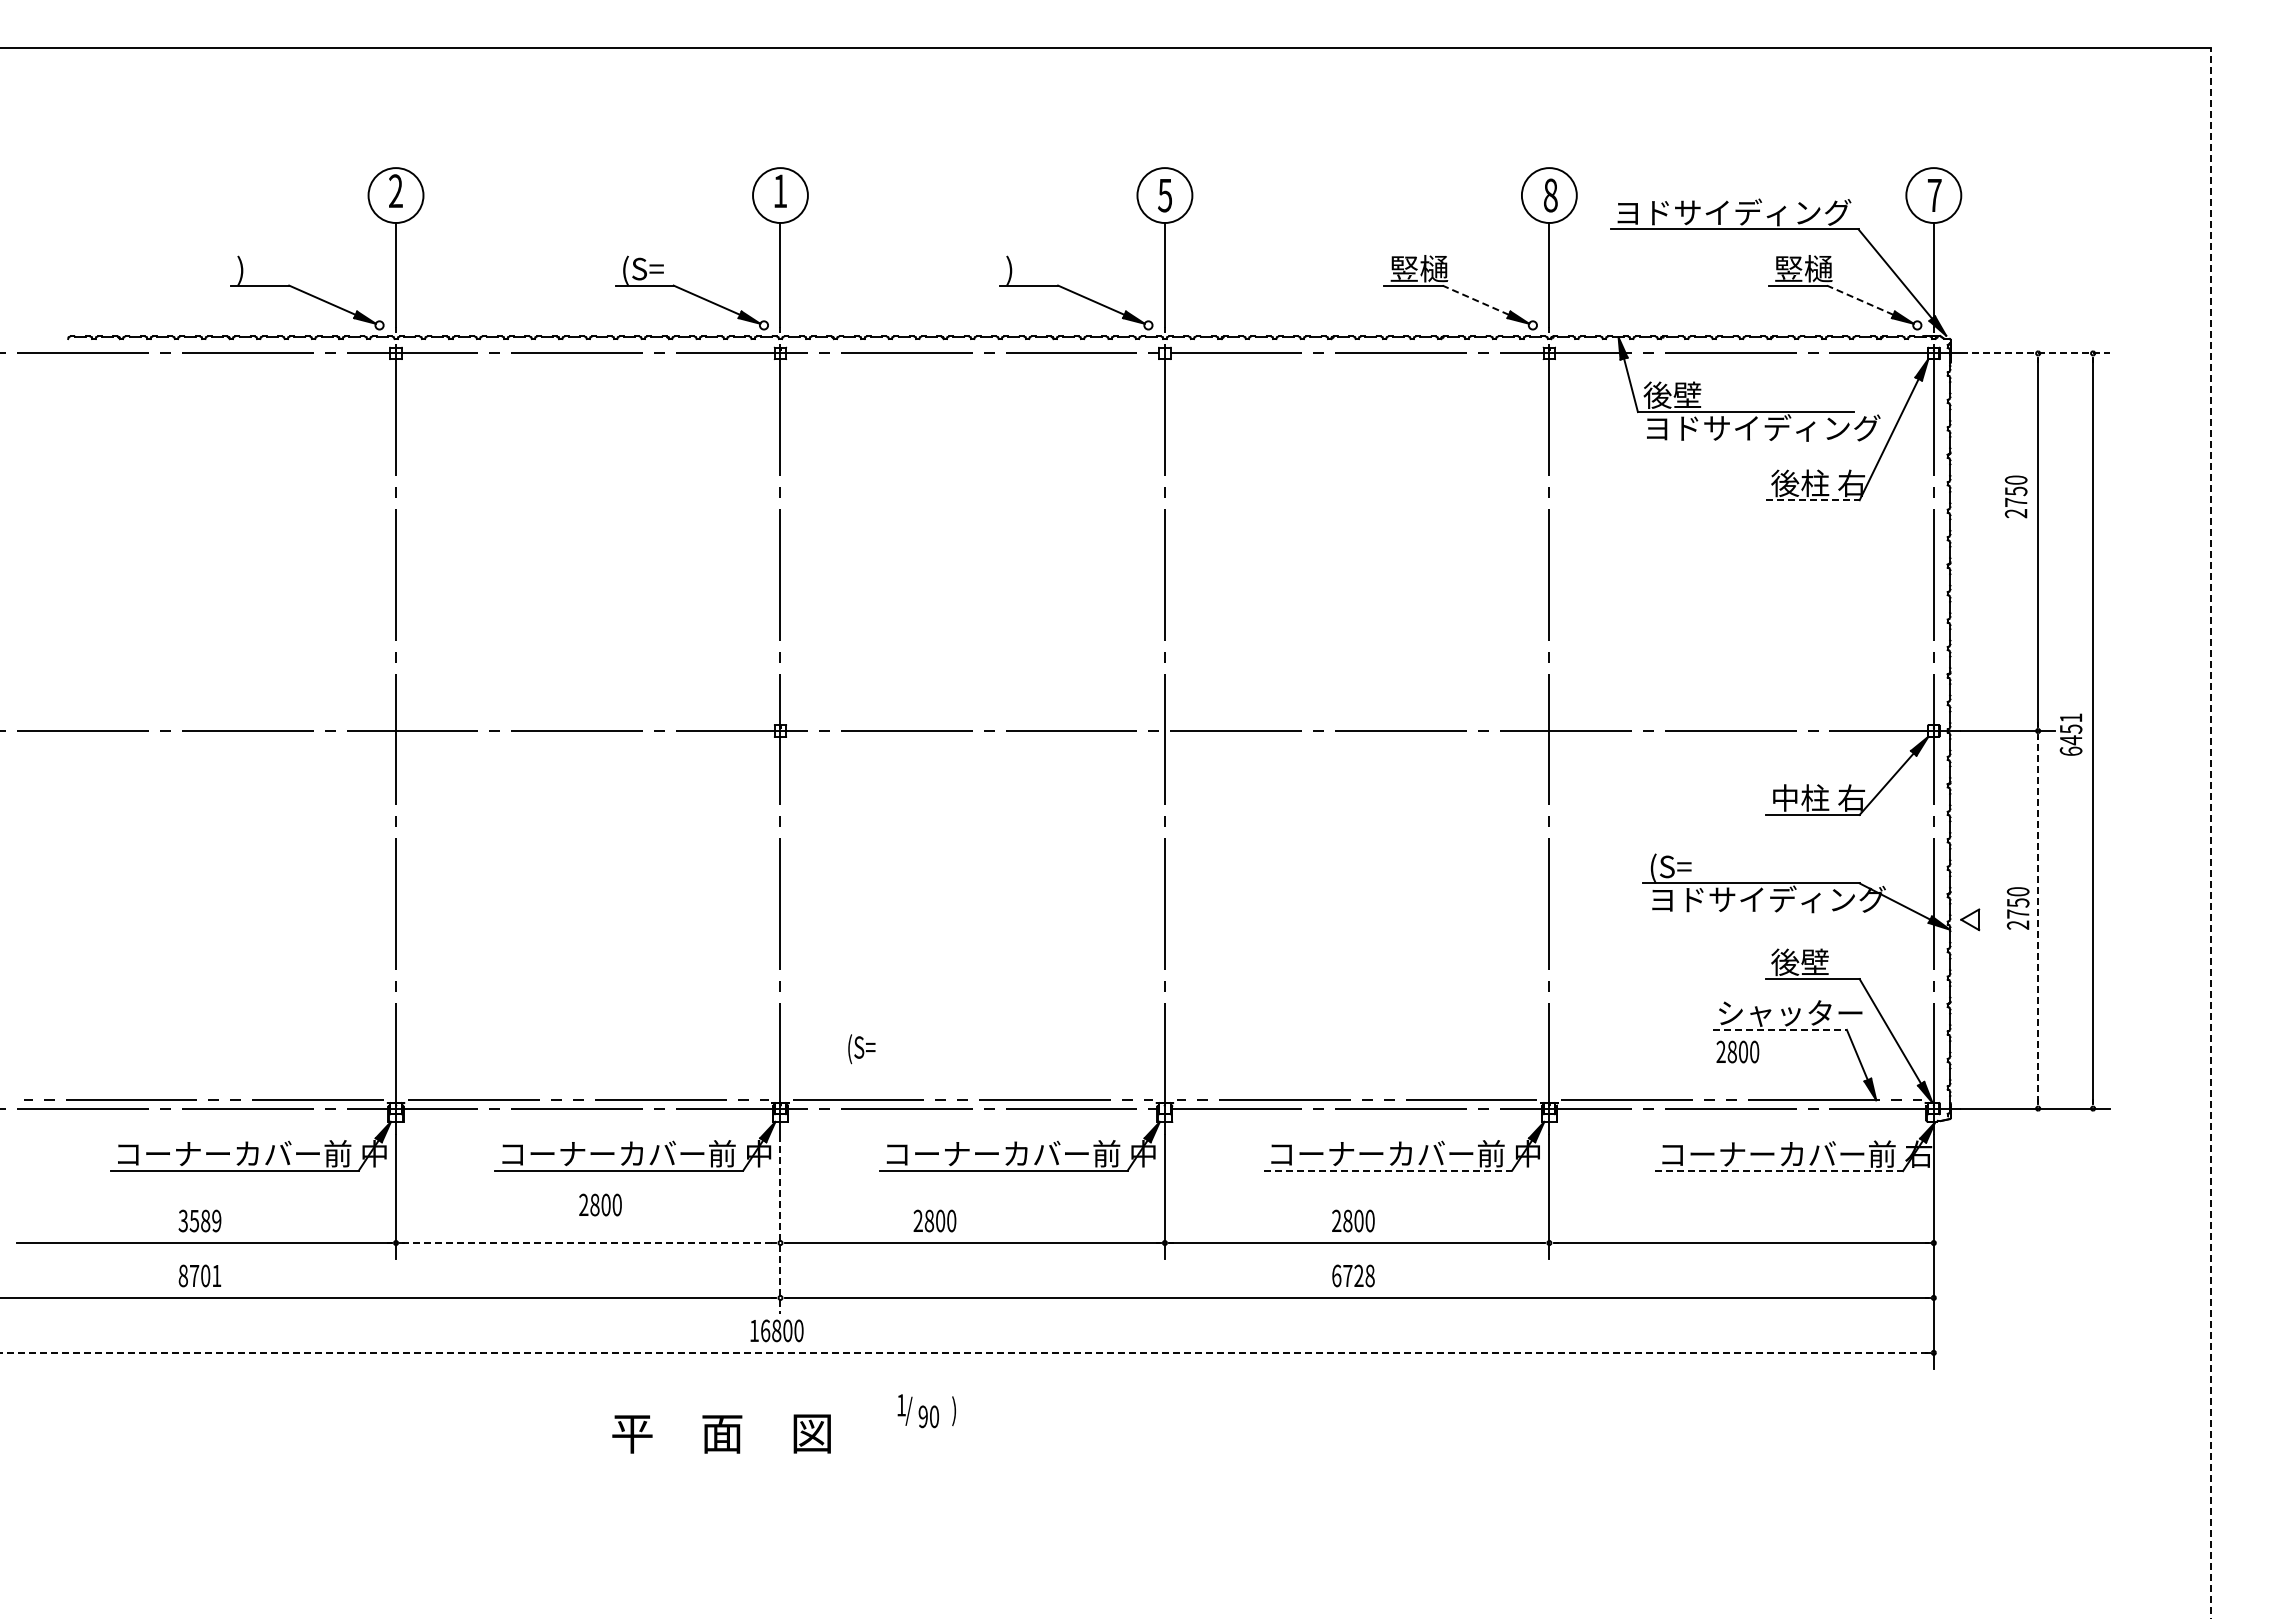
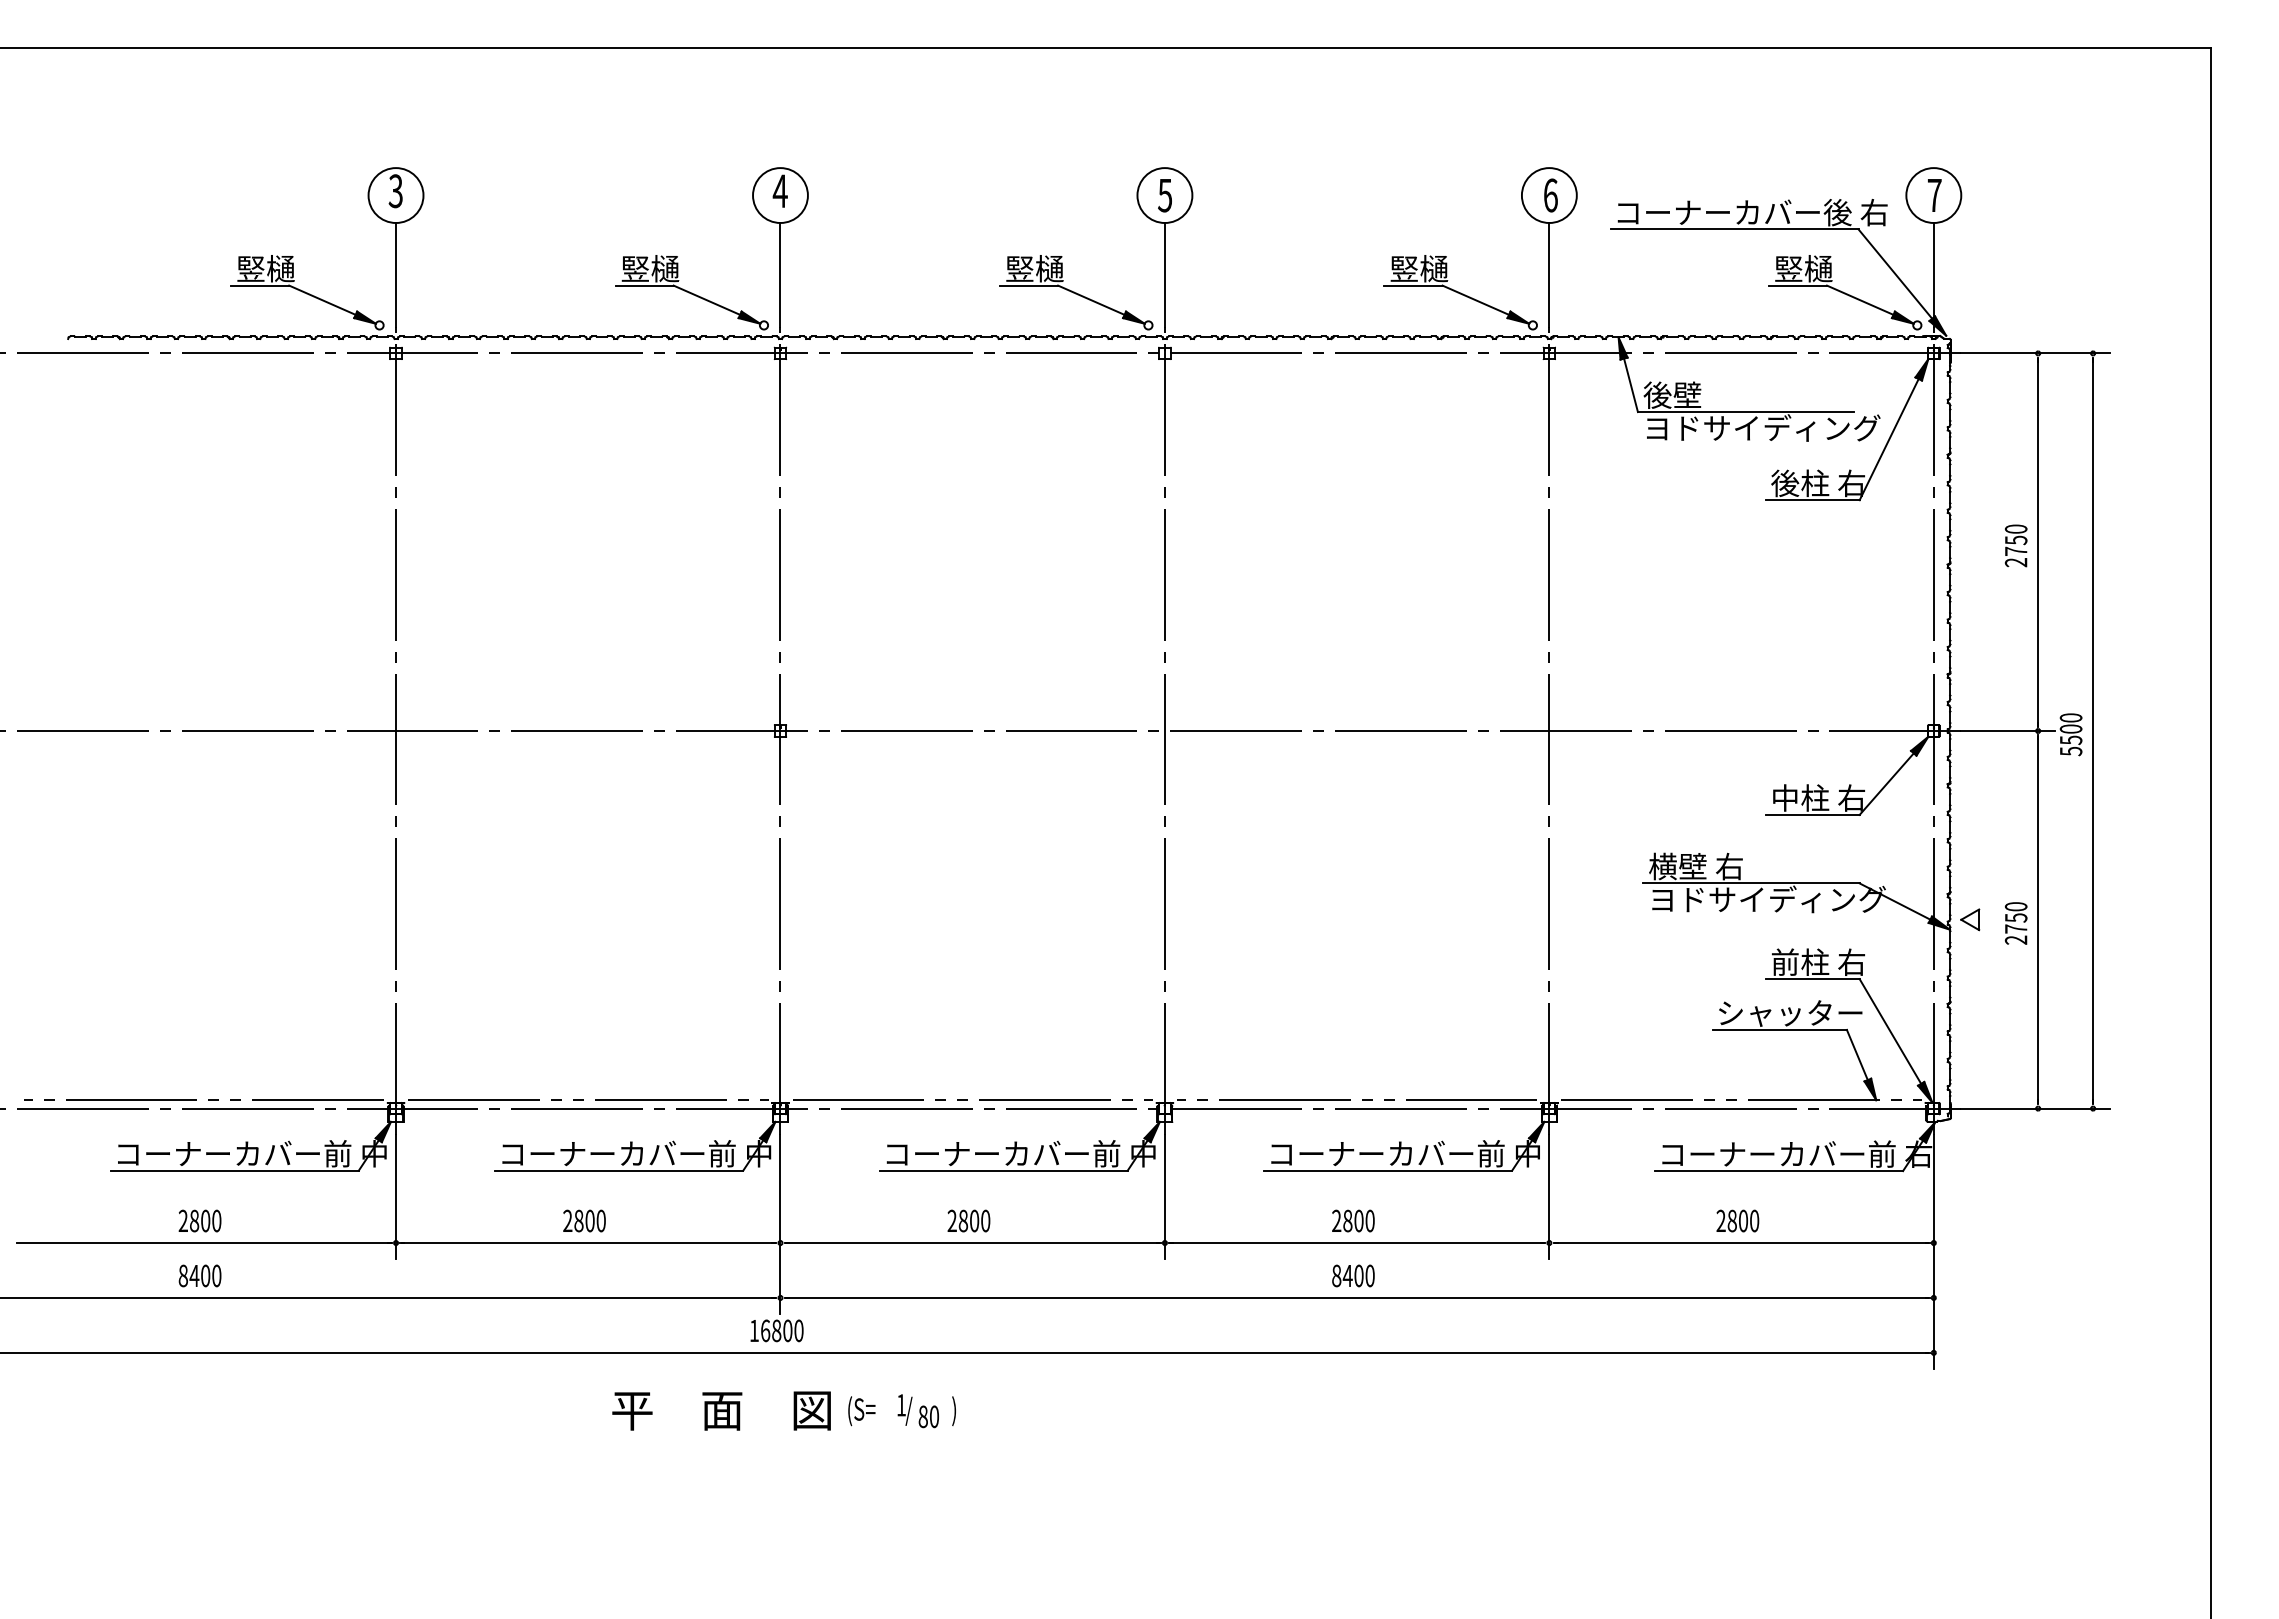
text at (779, 190): 1 -> 4
text at (395, 191): 2 -> 3
text at (1550, 195): 8 -> 6
text at (1752, 212): ヨドサイディング -> コーナーカバー後 右
text at (265, 269): ) -> 竪樋
text at (650, 269): (S= -> 竪樋
text at (1034, 269): ) -> 竪樋
line at (1475, 300): dashed -> solid
line at (1859, 300): dashed -> solid
line at (2035, 353): dashed -> solid
text at (2016, 496) position: (2016, 496) -> (2016, 545)
line at (1813, 500): dashed -> solid
text at (2070, 734): 6451 -> 5500
line at (2210, 833): dashed -> solid
text at (1695, 866): (S= -> 横壁 右
text at (2017, 908) position: (2017, 908) -> (2015, 923)
line at (2038, 919): dashed -> solid
text at (1818, 962): 後壁 -> 前柱 右
line at (1780, 1029): dashed -> solid
text at (861, 1049) position: (861, 1049) -> (861, 1411)
text at (1737, 1051) position: (1737, 1051) -> (1737, 1220)
line at (1388, 1170): dashed -> solid
line at (1779, 1171): dashed -> solid
text at (600, 1204) position: (600, 1204) -> (584, 1220)
text at (199, 1220): 3589 -> 2800
text at (934, 1220) position: (934, 1220) -> (968, 1220)
line at (780, 1224): dashed -> solid
line at (588, 1243): dashed -> solid
text at (205, 1275): 8701 -> 8400
text at (1353, 1275): 6728 -> 8400
line at (964, 1352): dashed -> solid
text at (922, 1416): 90 -> 80
text at (721, 1433) position: (721, 1433) -> (721, 1410)
